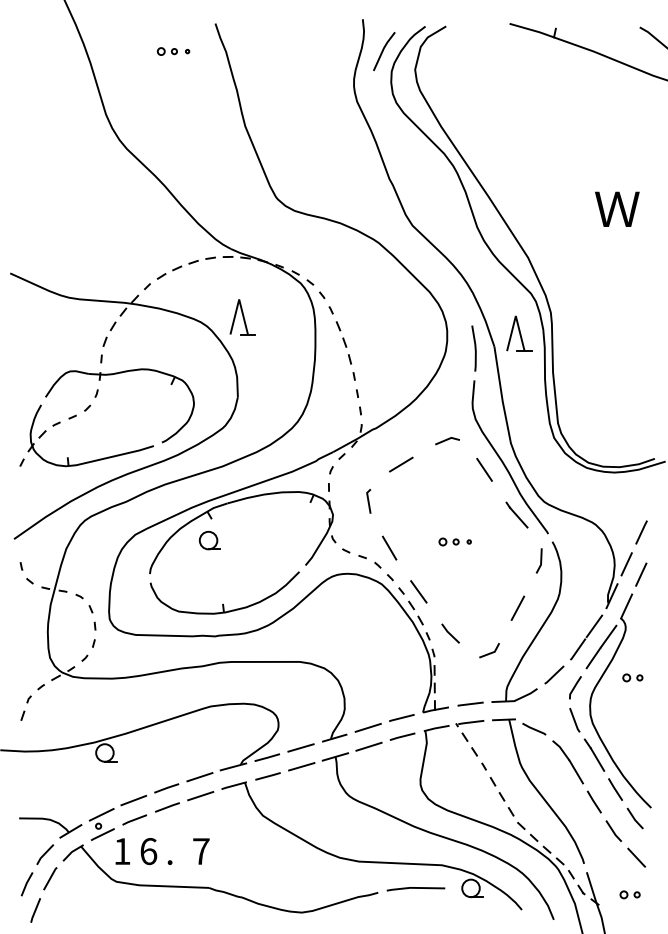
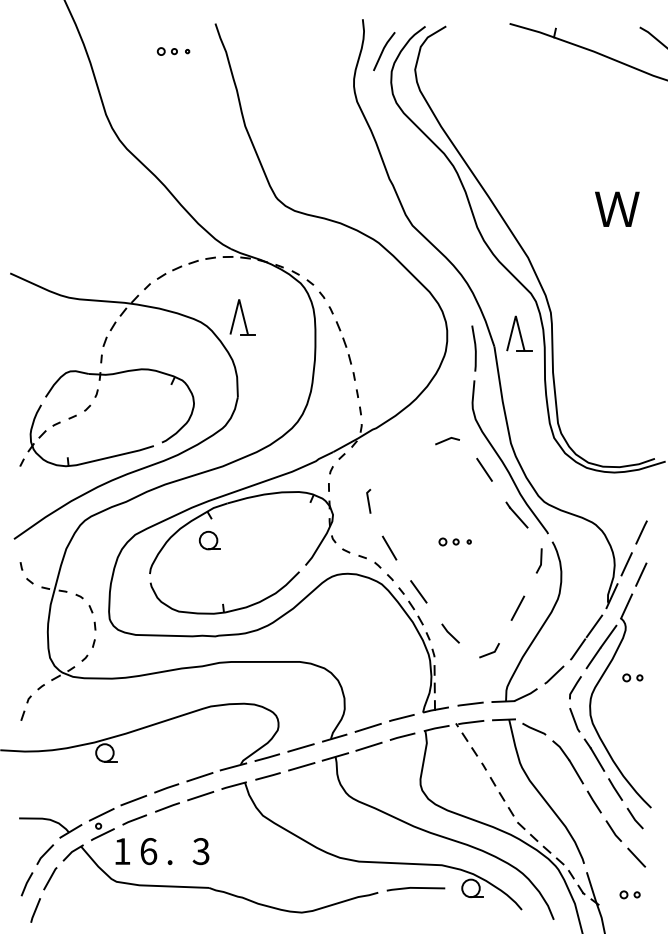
line at (401, 464): present -> none
text at (200, 851): 7 -> 3
